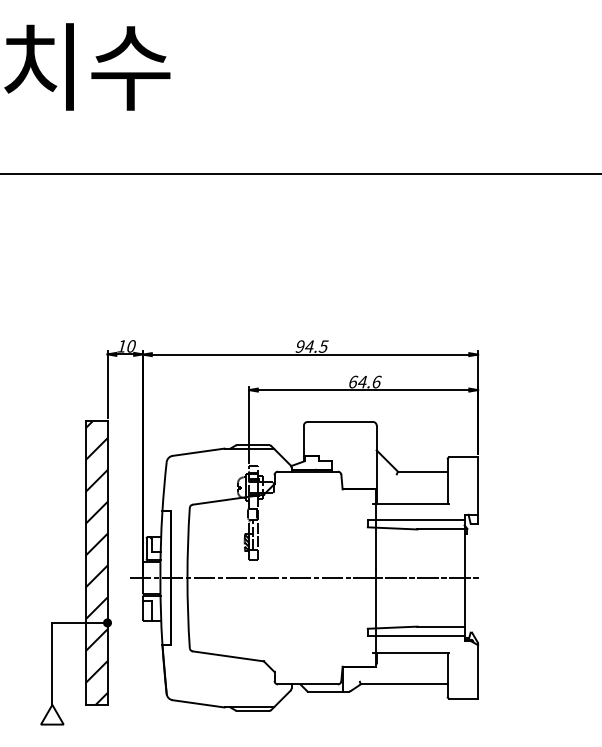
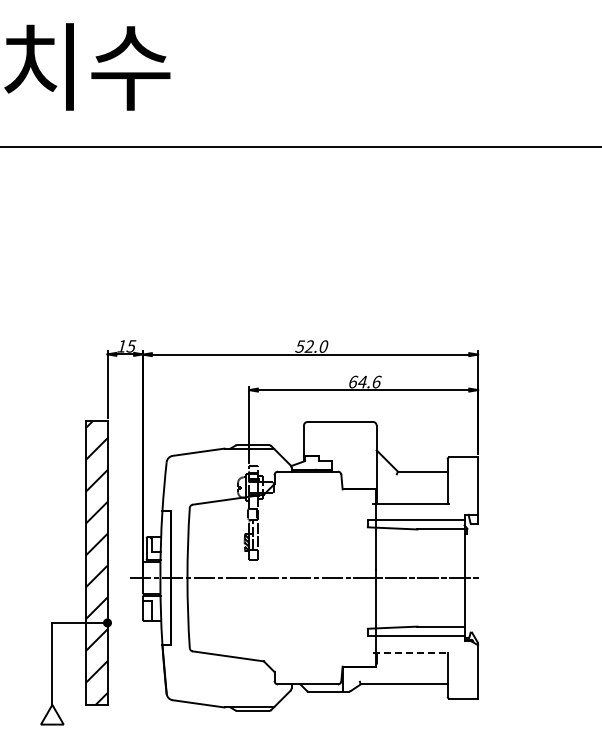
line at (300, 173) position: (300, 173) -> (300, 146)
text at (131, 346): 10 -> 15
text at (311, 346): 94.5 -> 52.0
line at (411, 652): solid -> dashed
